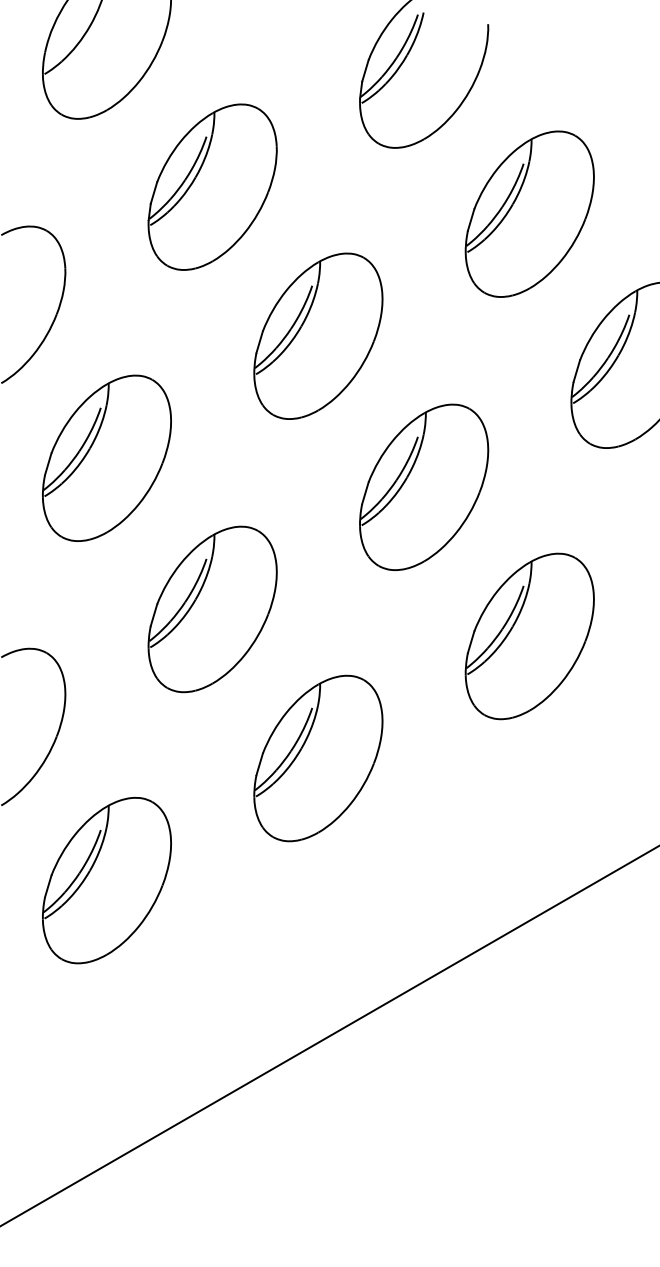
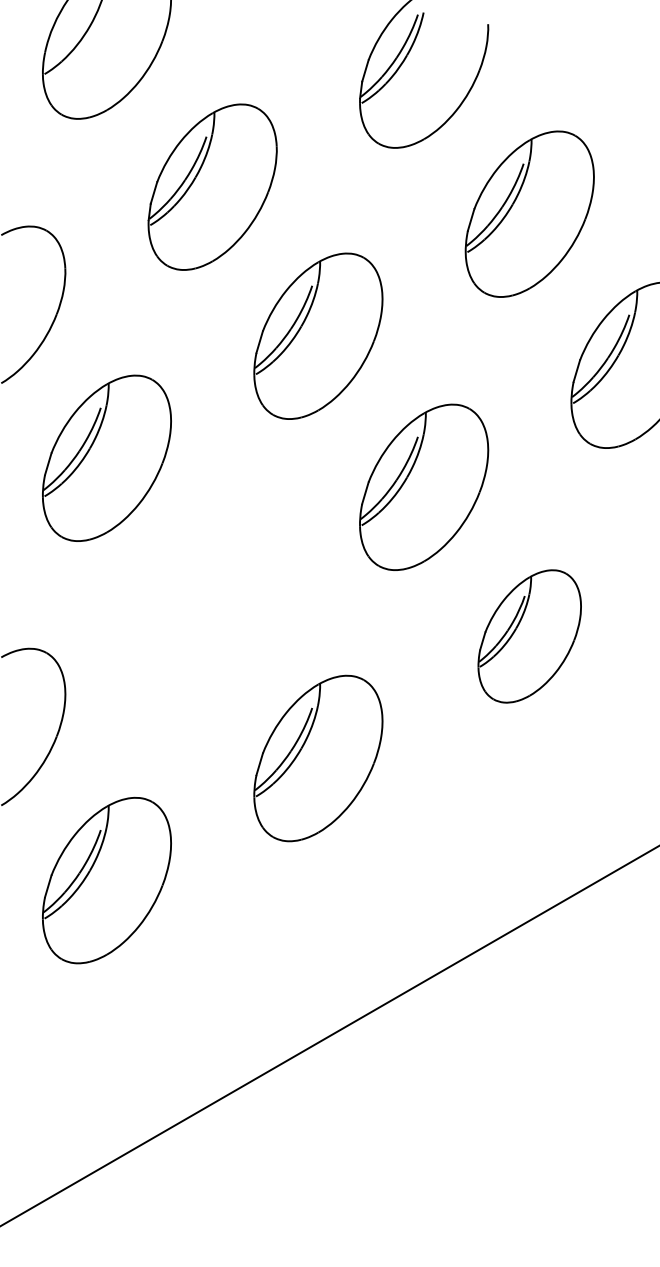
part at (212, 609): present -> none
part at (529, 636) size: 131x169 px -> 105x135 px
